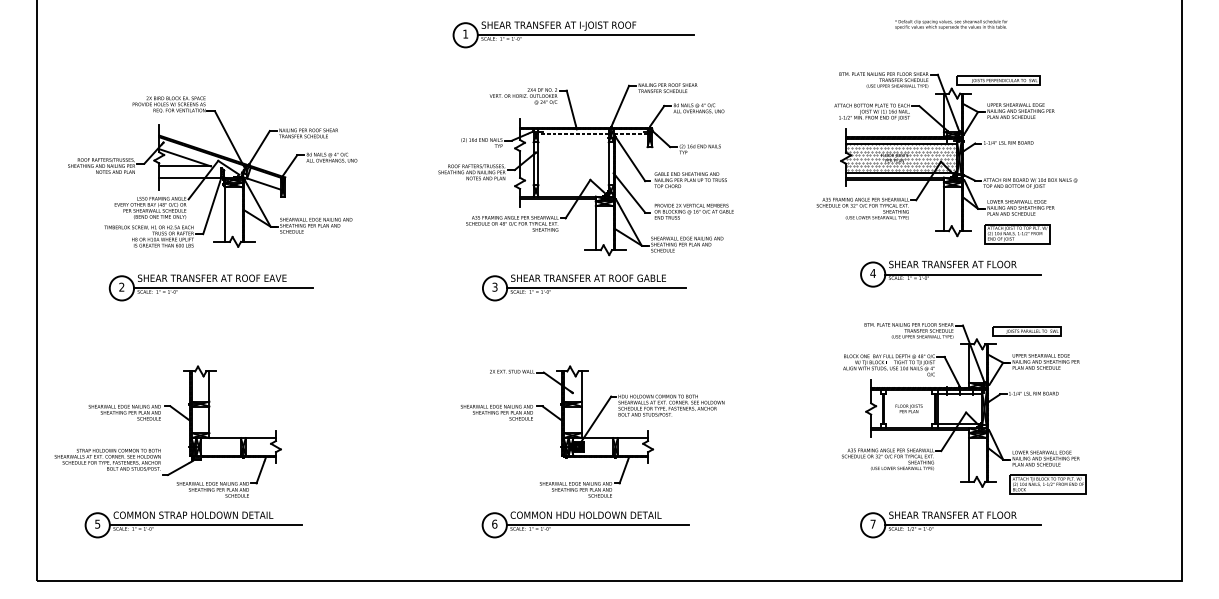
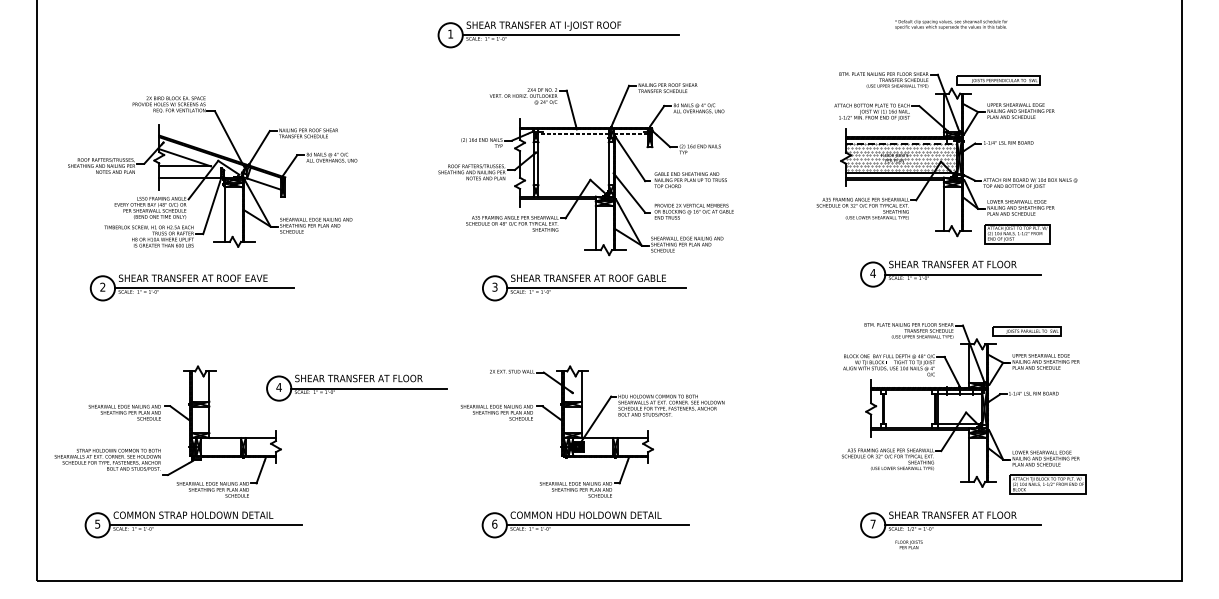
part at (573, 34) position: (573, 34) -> (558, 34)
line at (901, 143): solid -> dashed
part at (210, 287) position: (210, 287) -> (191, 287)
part at (356, 387): none -> present
text at (908, 408) position: (908, 408) -> (908, 544)
